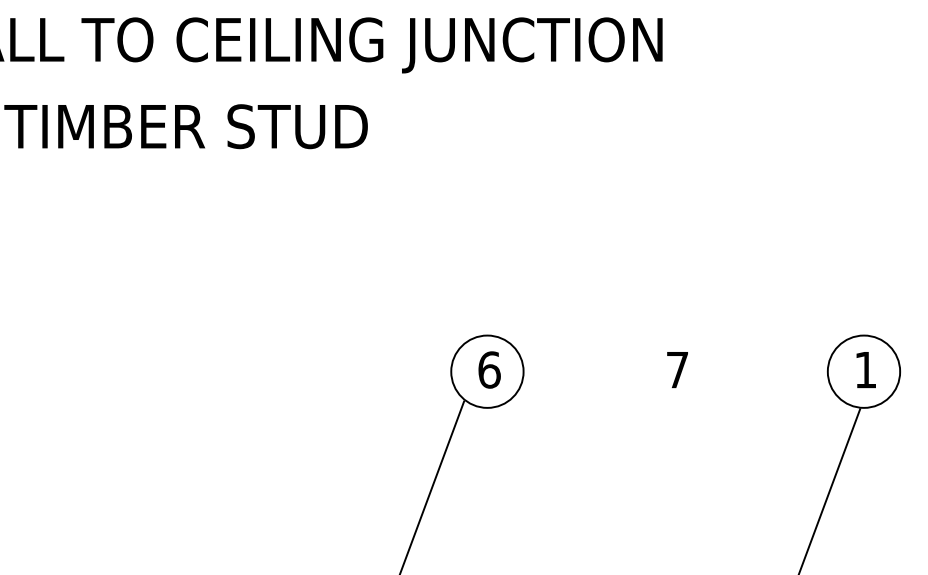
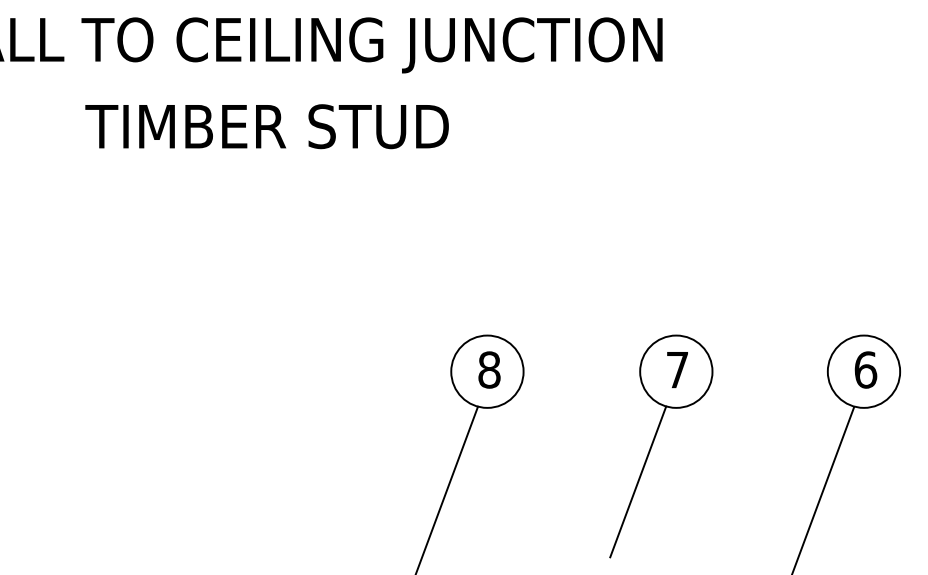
text at (185, 126) position: (185, 126) -> (266, 126)
text at (489, 369): 6 -> 8
text at (865, 369): 1 -> 6
part at (653, 444): none -> present
line at (432, 486) position: (432, 486) -> (447, 488)
line at (829, 490) position: (829, 490) -> (823, 489)
